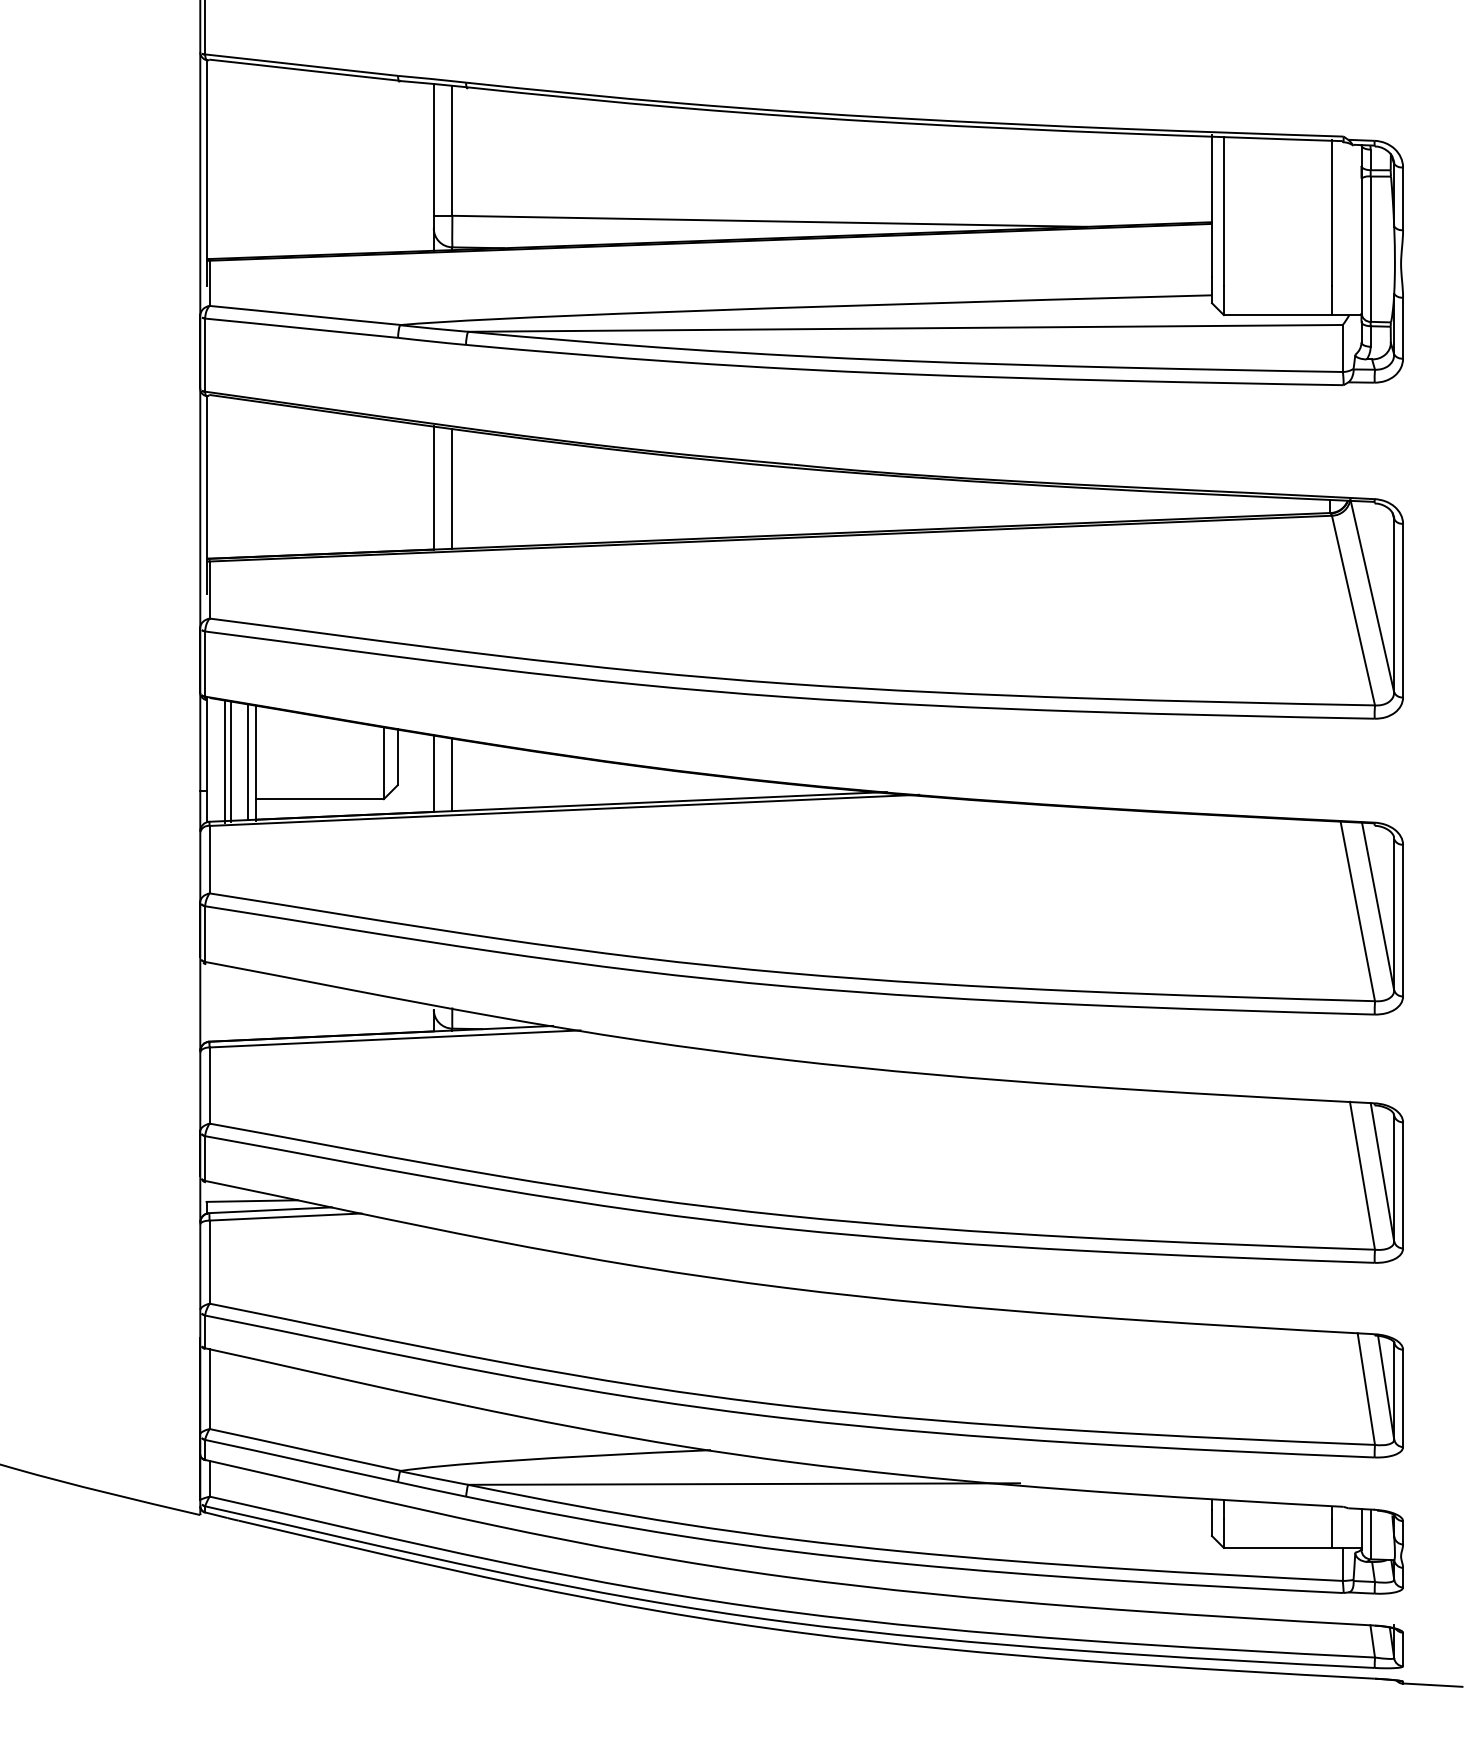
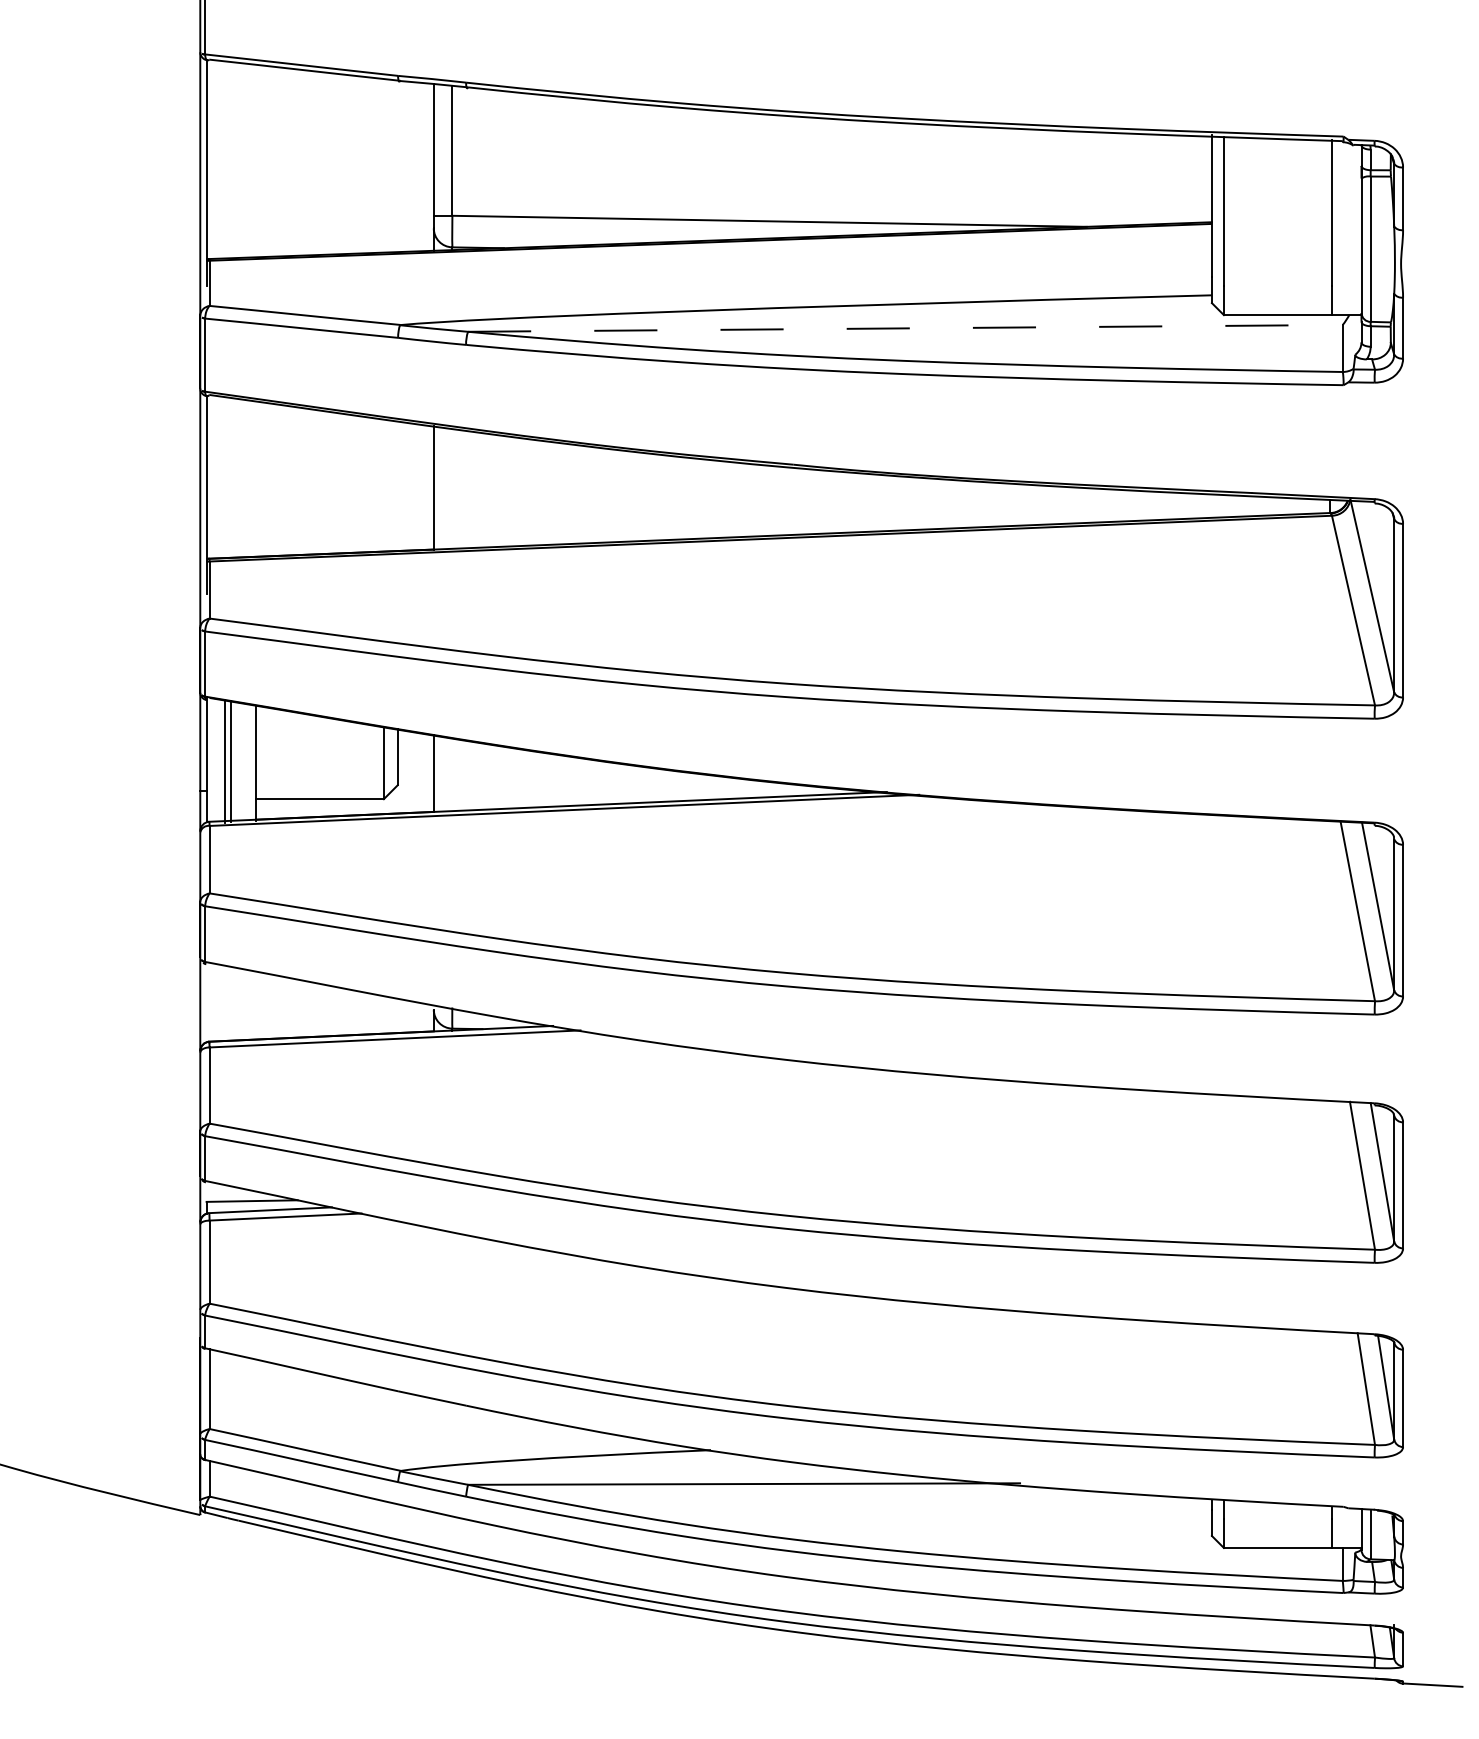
line at (905, 328): solid -> dashed
line at (452, 488): present -> none
line at (248, 762): present -> none
line at (452, 774): present -> none
